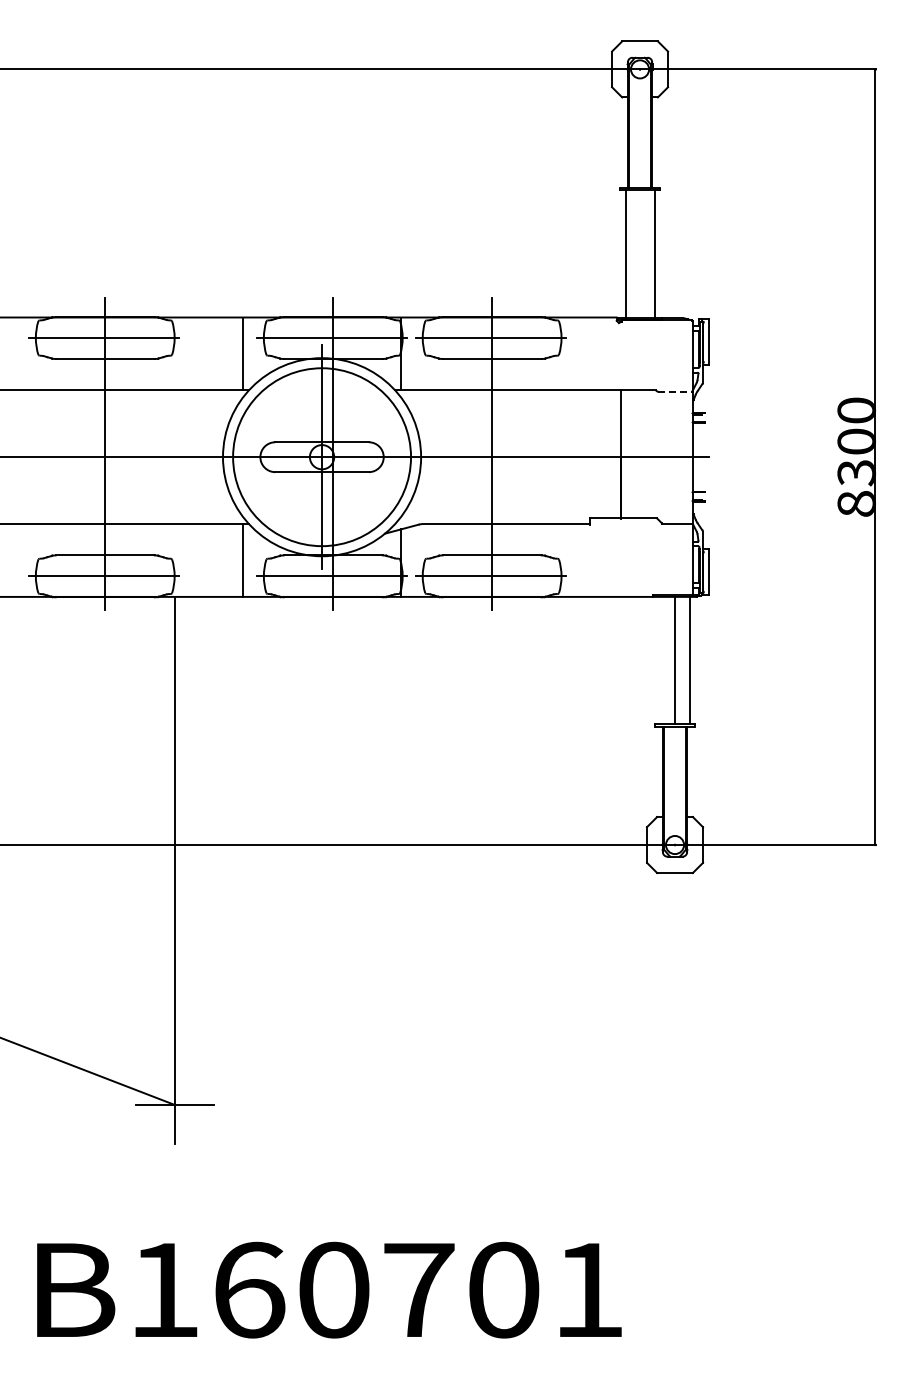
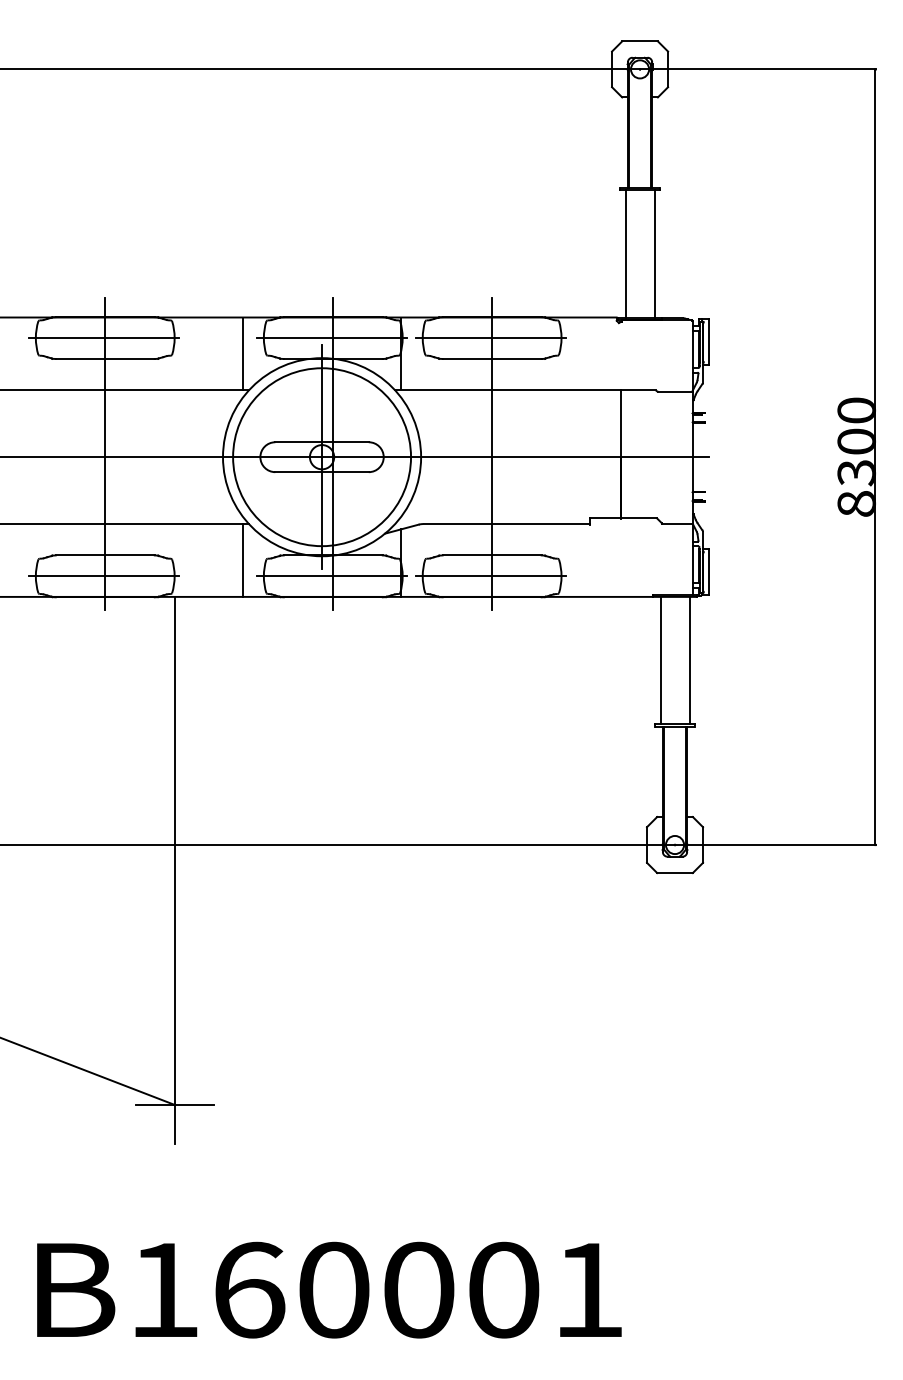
line at (675, 391): dashed -> solid
line at (674, 660) position: (674, 660) -> (660, 660)
text at (419, 1289): B160701 -> B160001
